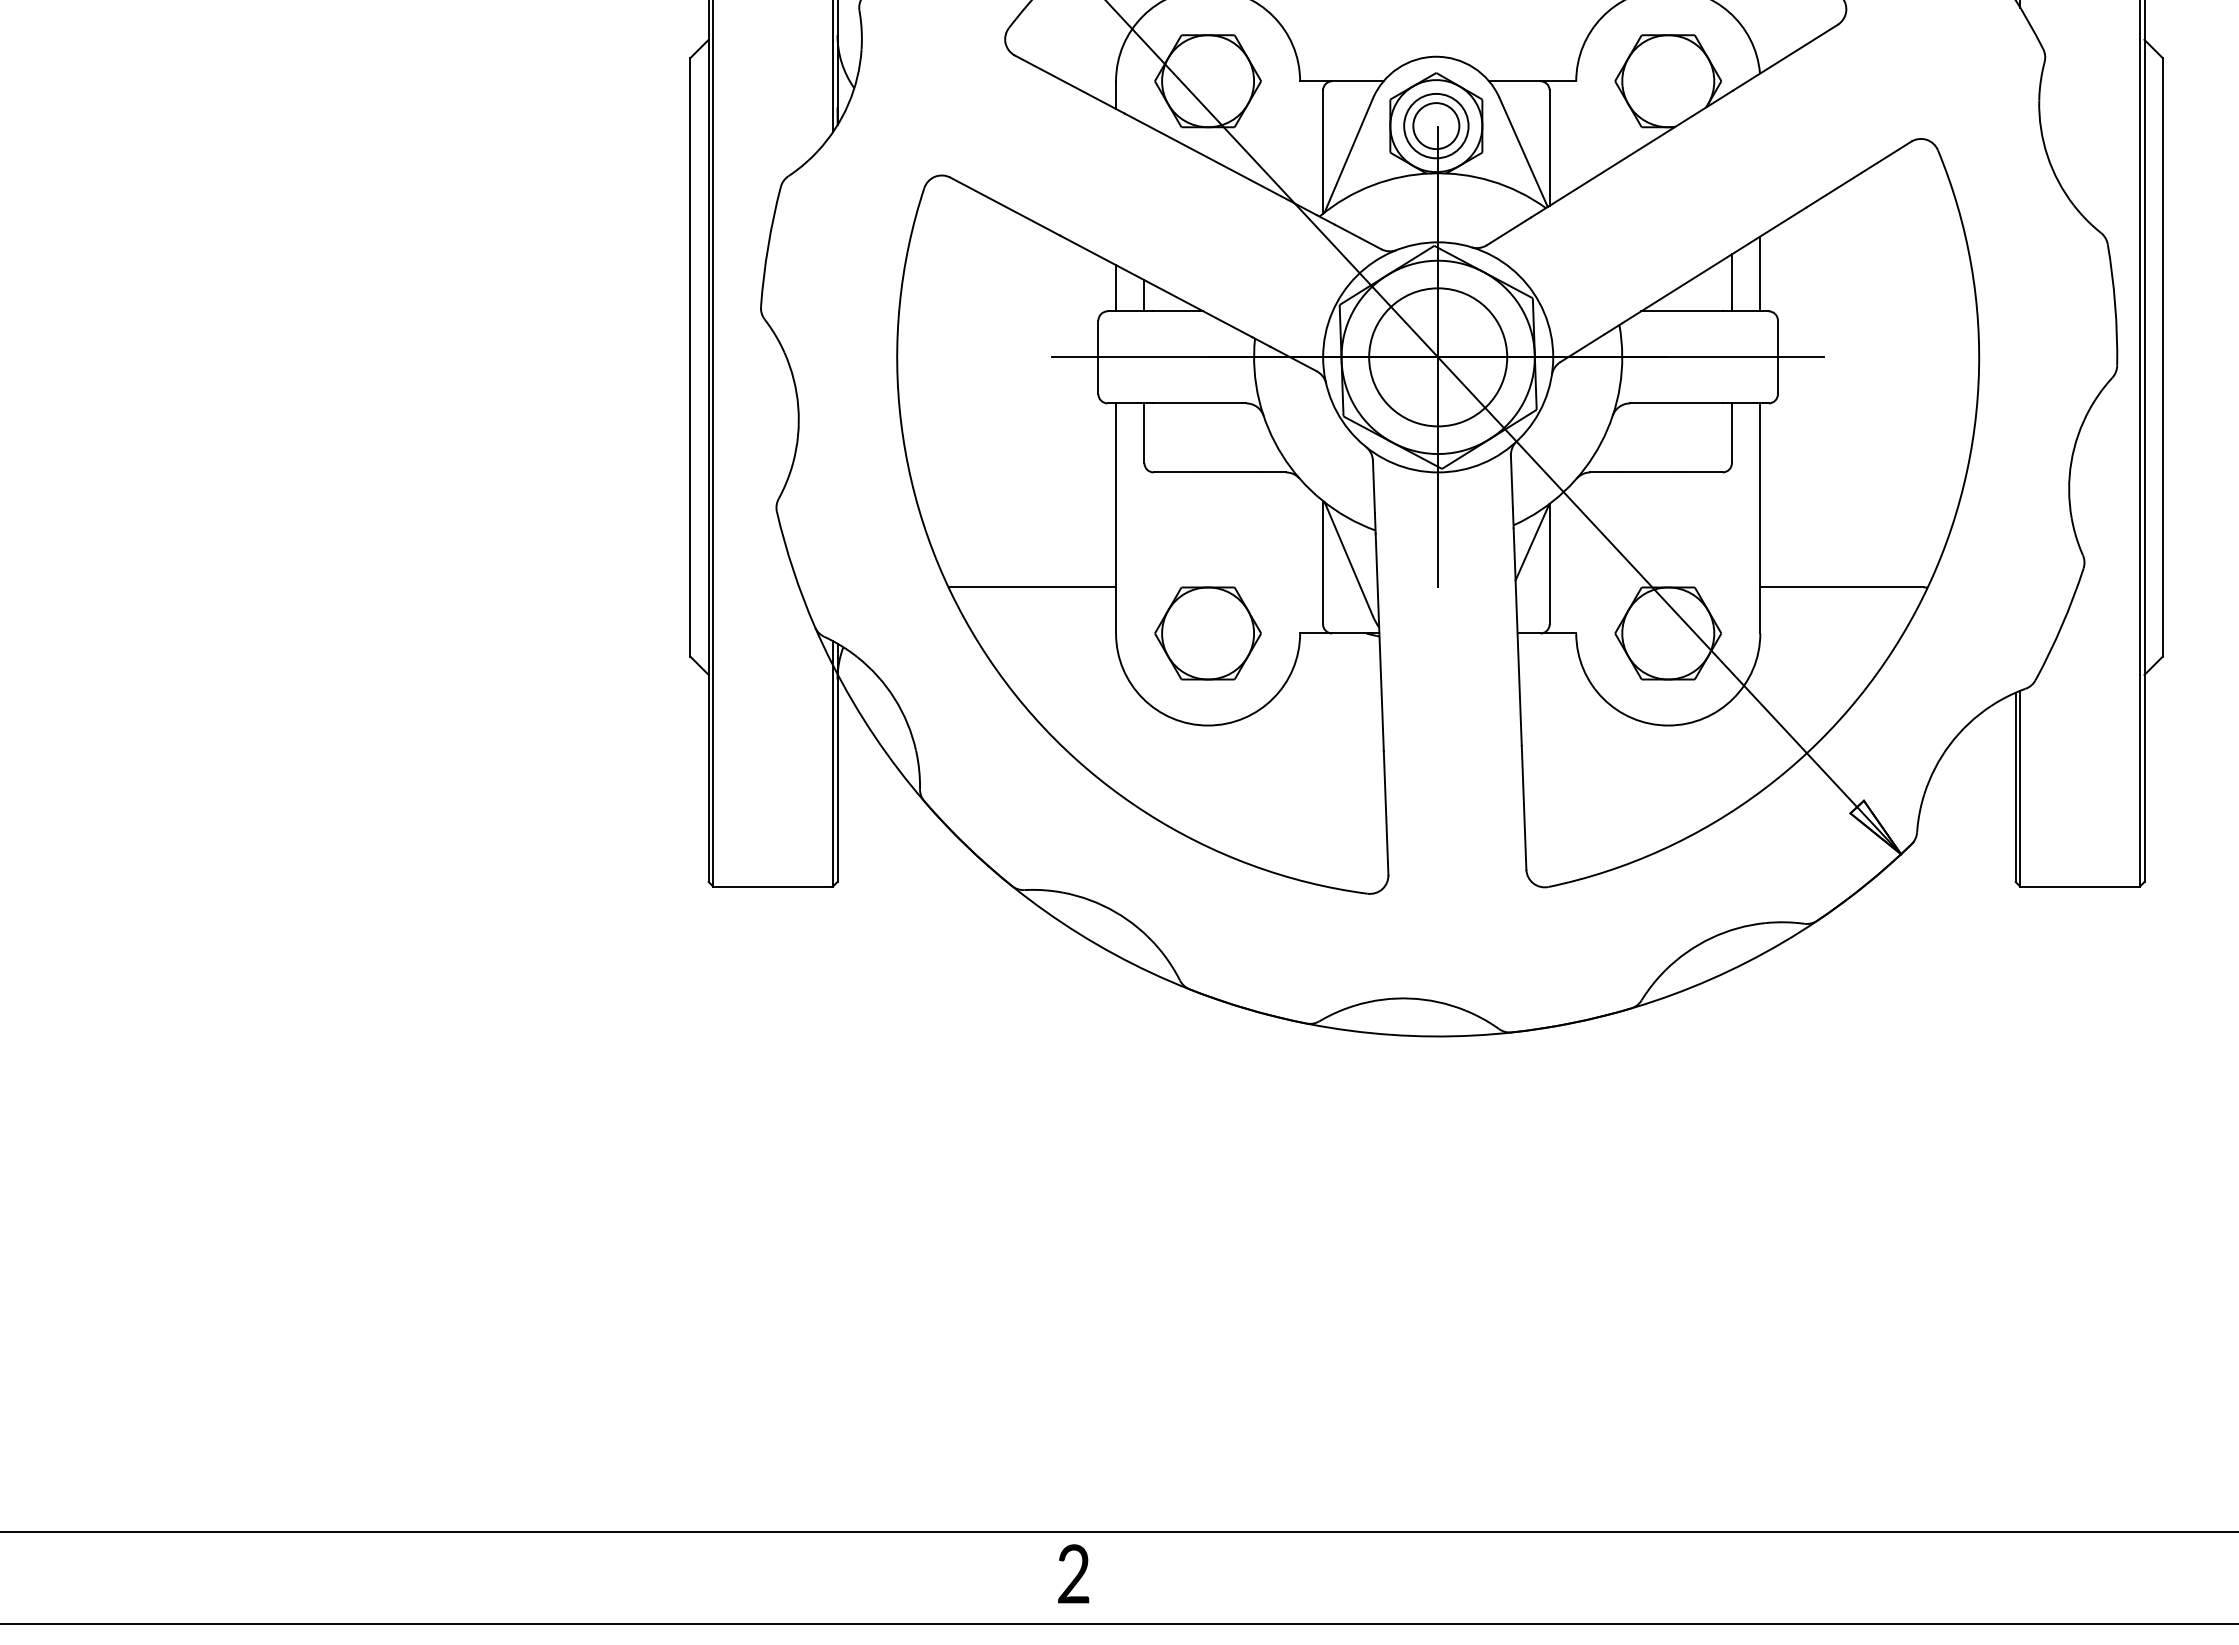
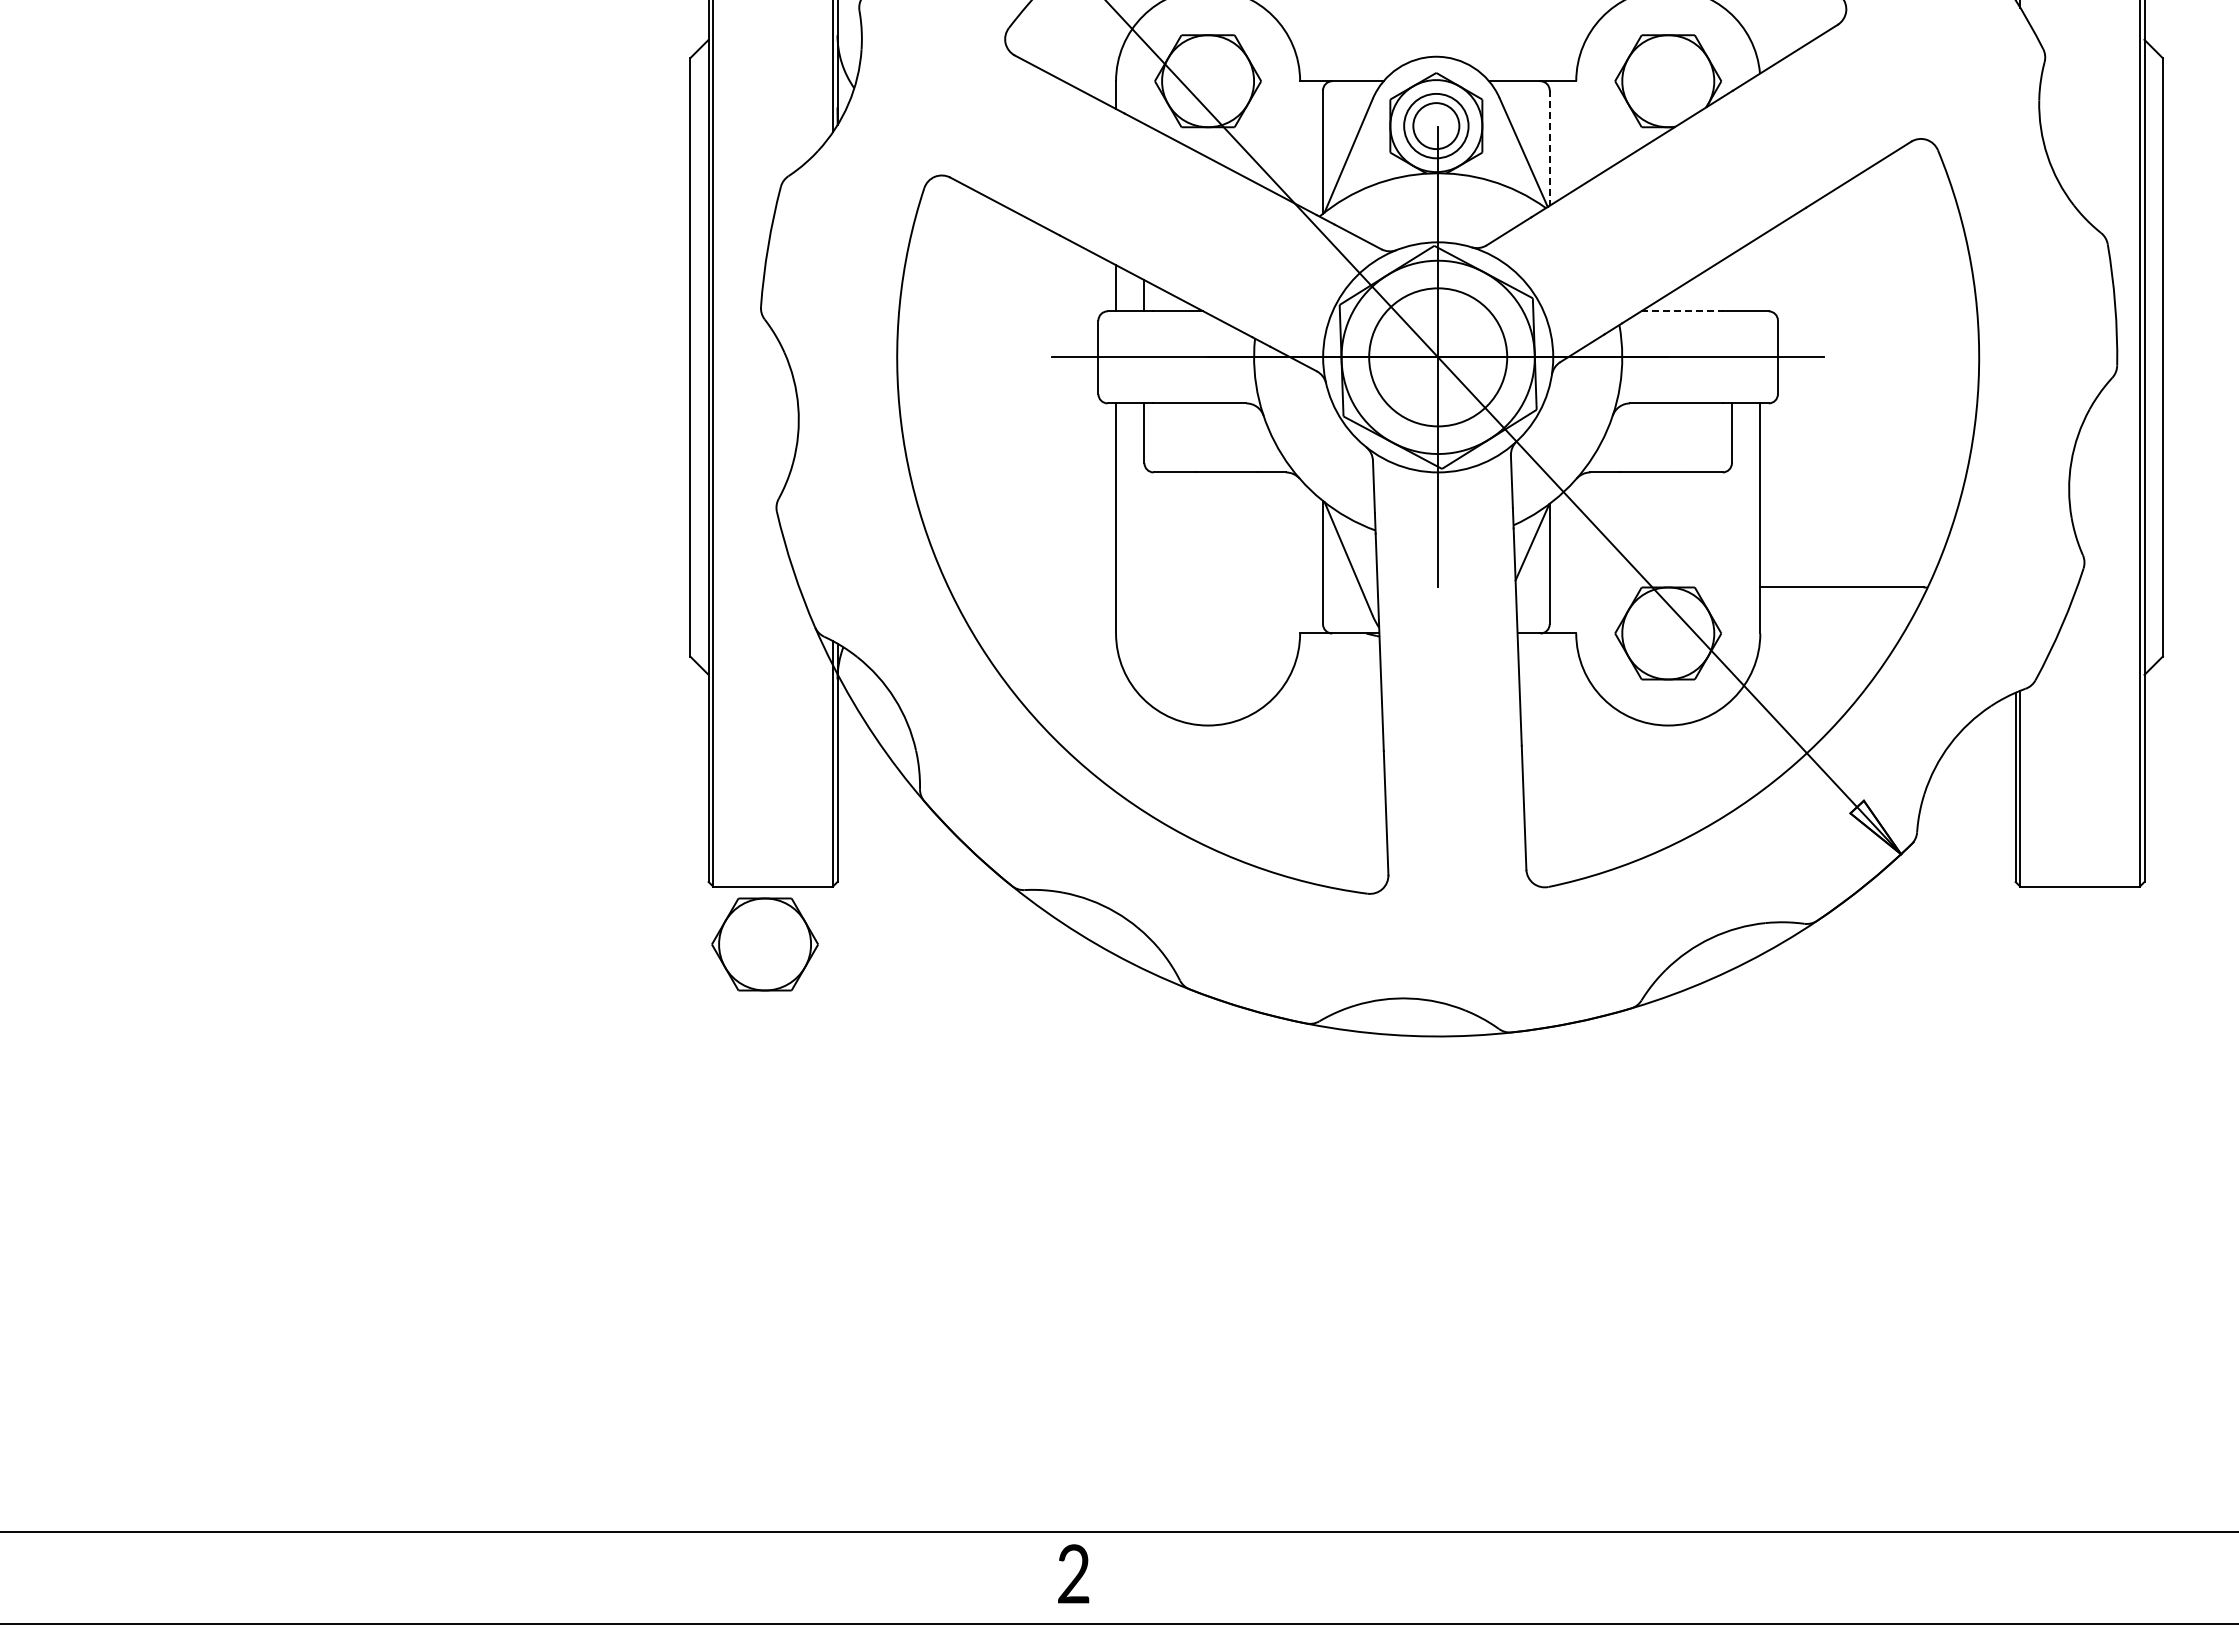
line at (1549, 148): solid -> dashed
line at (1760, 273): present -> none
line at (1731, 282): present -> none
line at (1682, 311): solid -> dashed
line at (1032, 587): present -> none
part at (1207, 633) position: (1207, 633) -> (764, 944)
